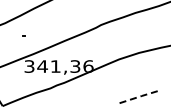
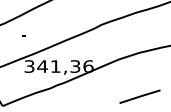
line at (140, 96): dashed -> solid
